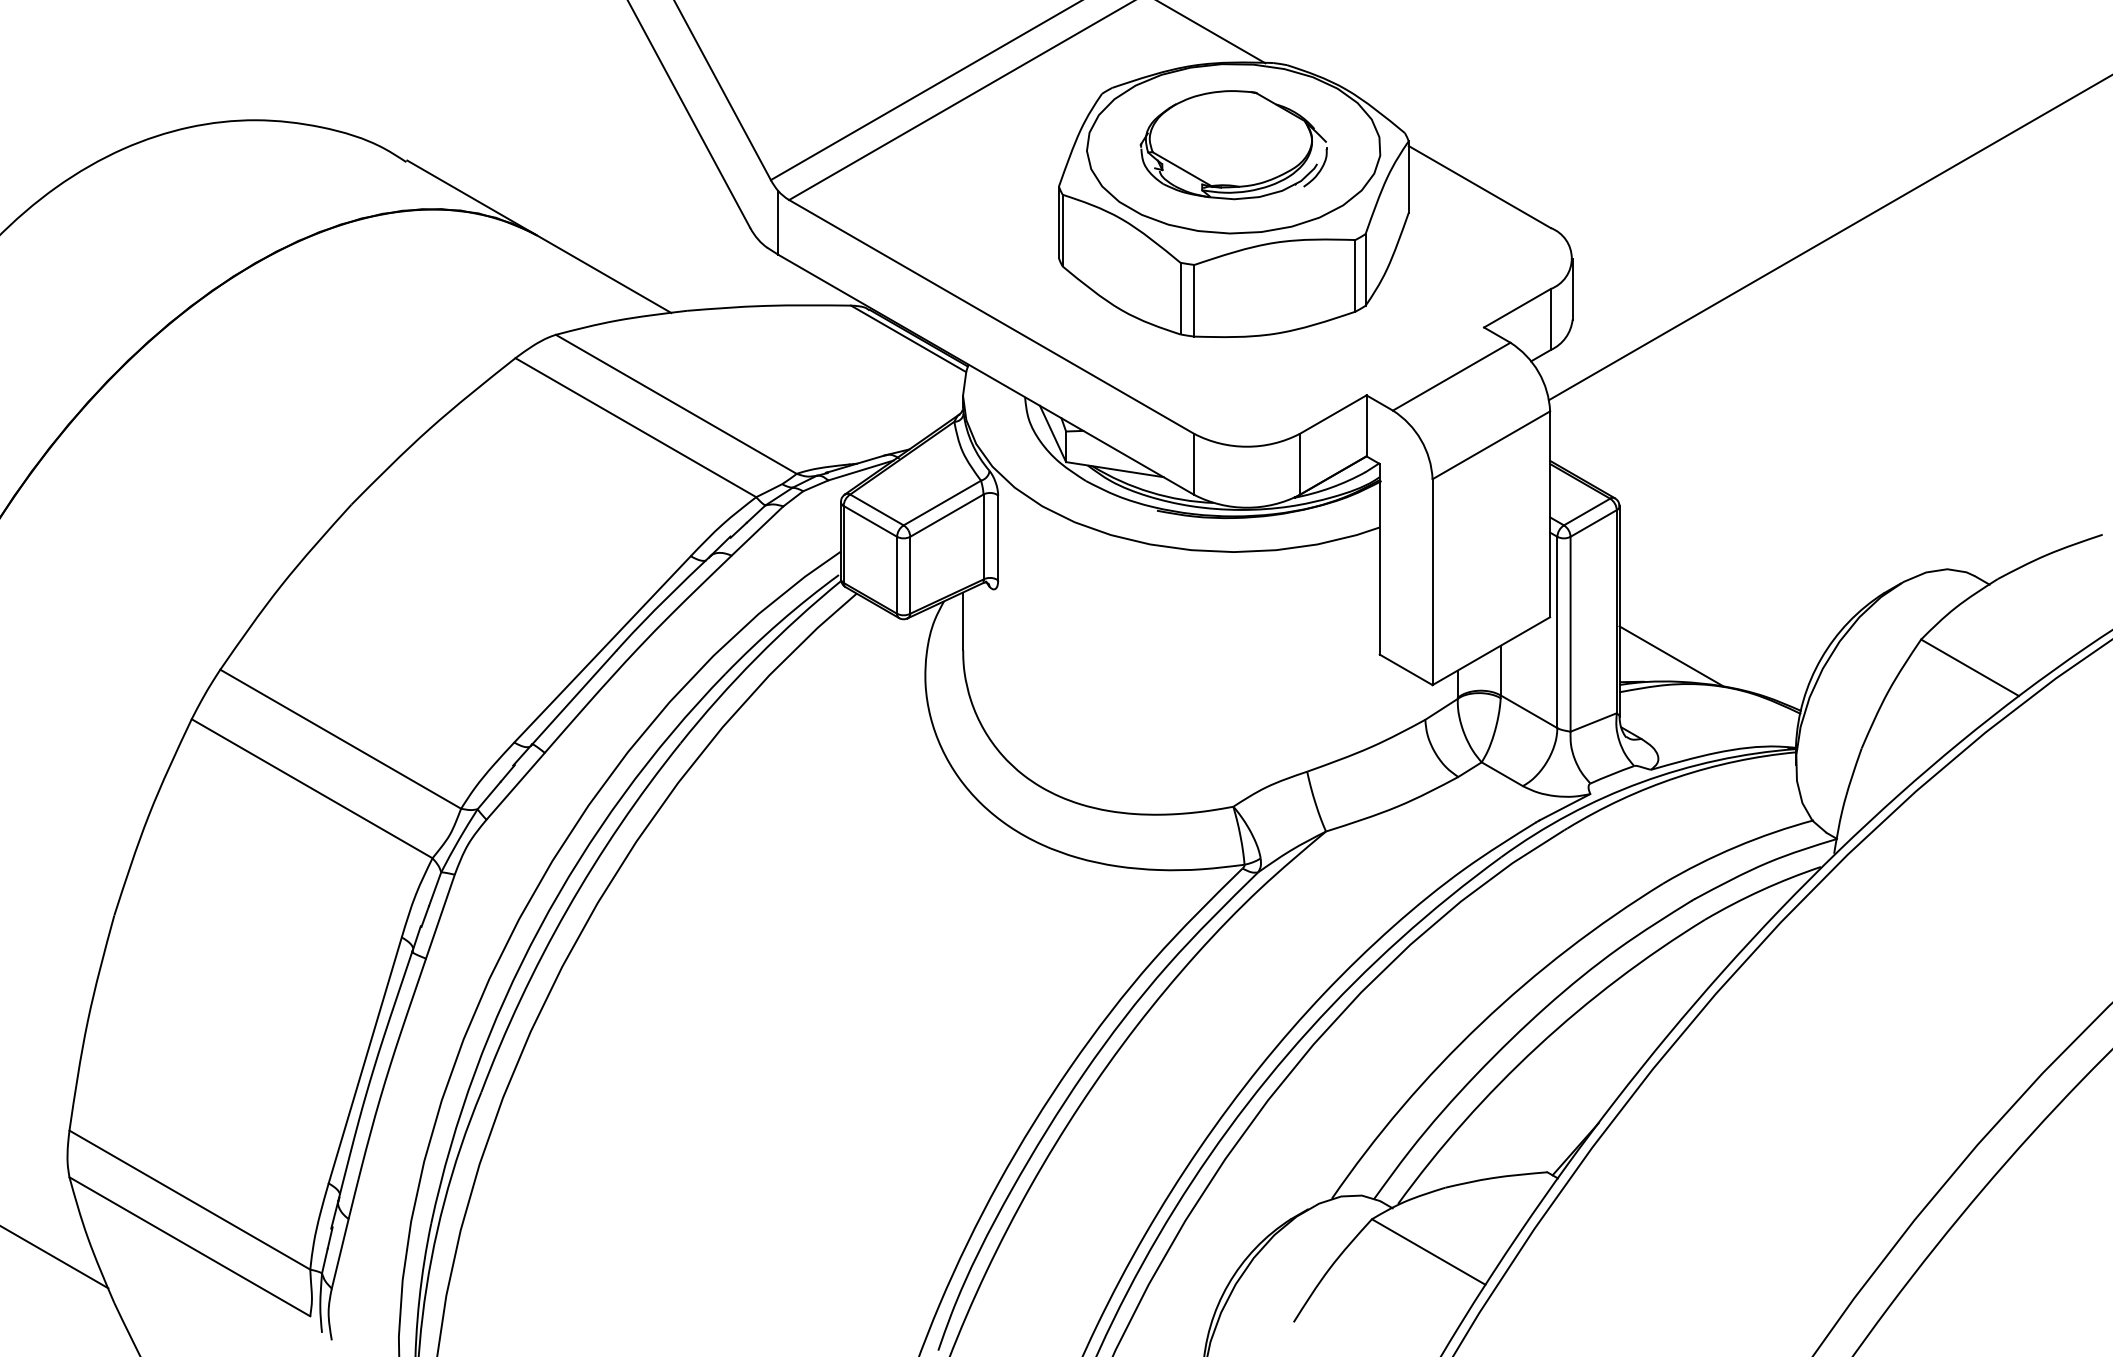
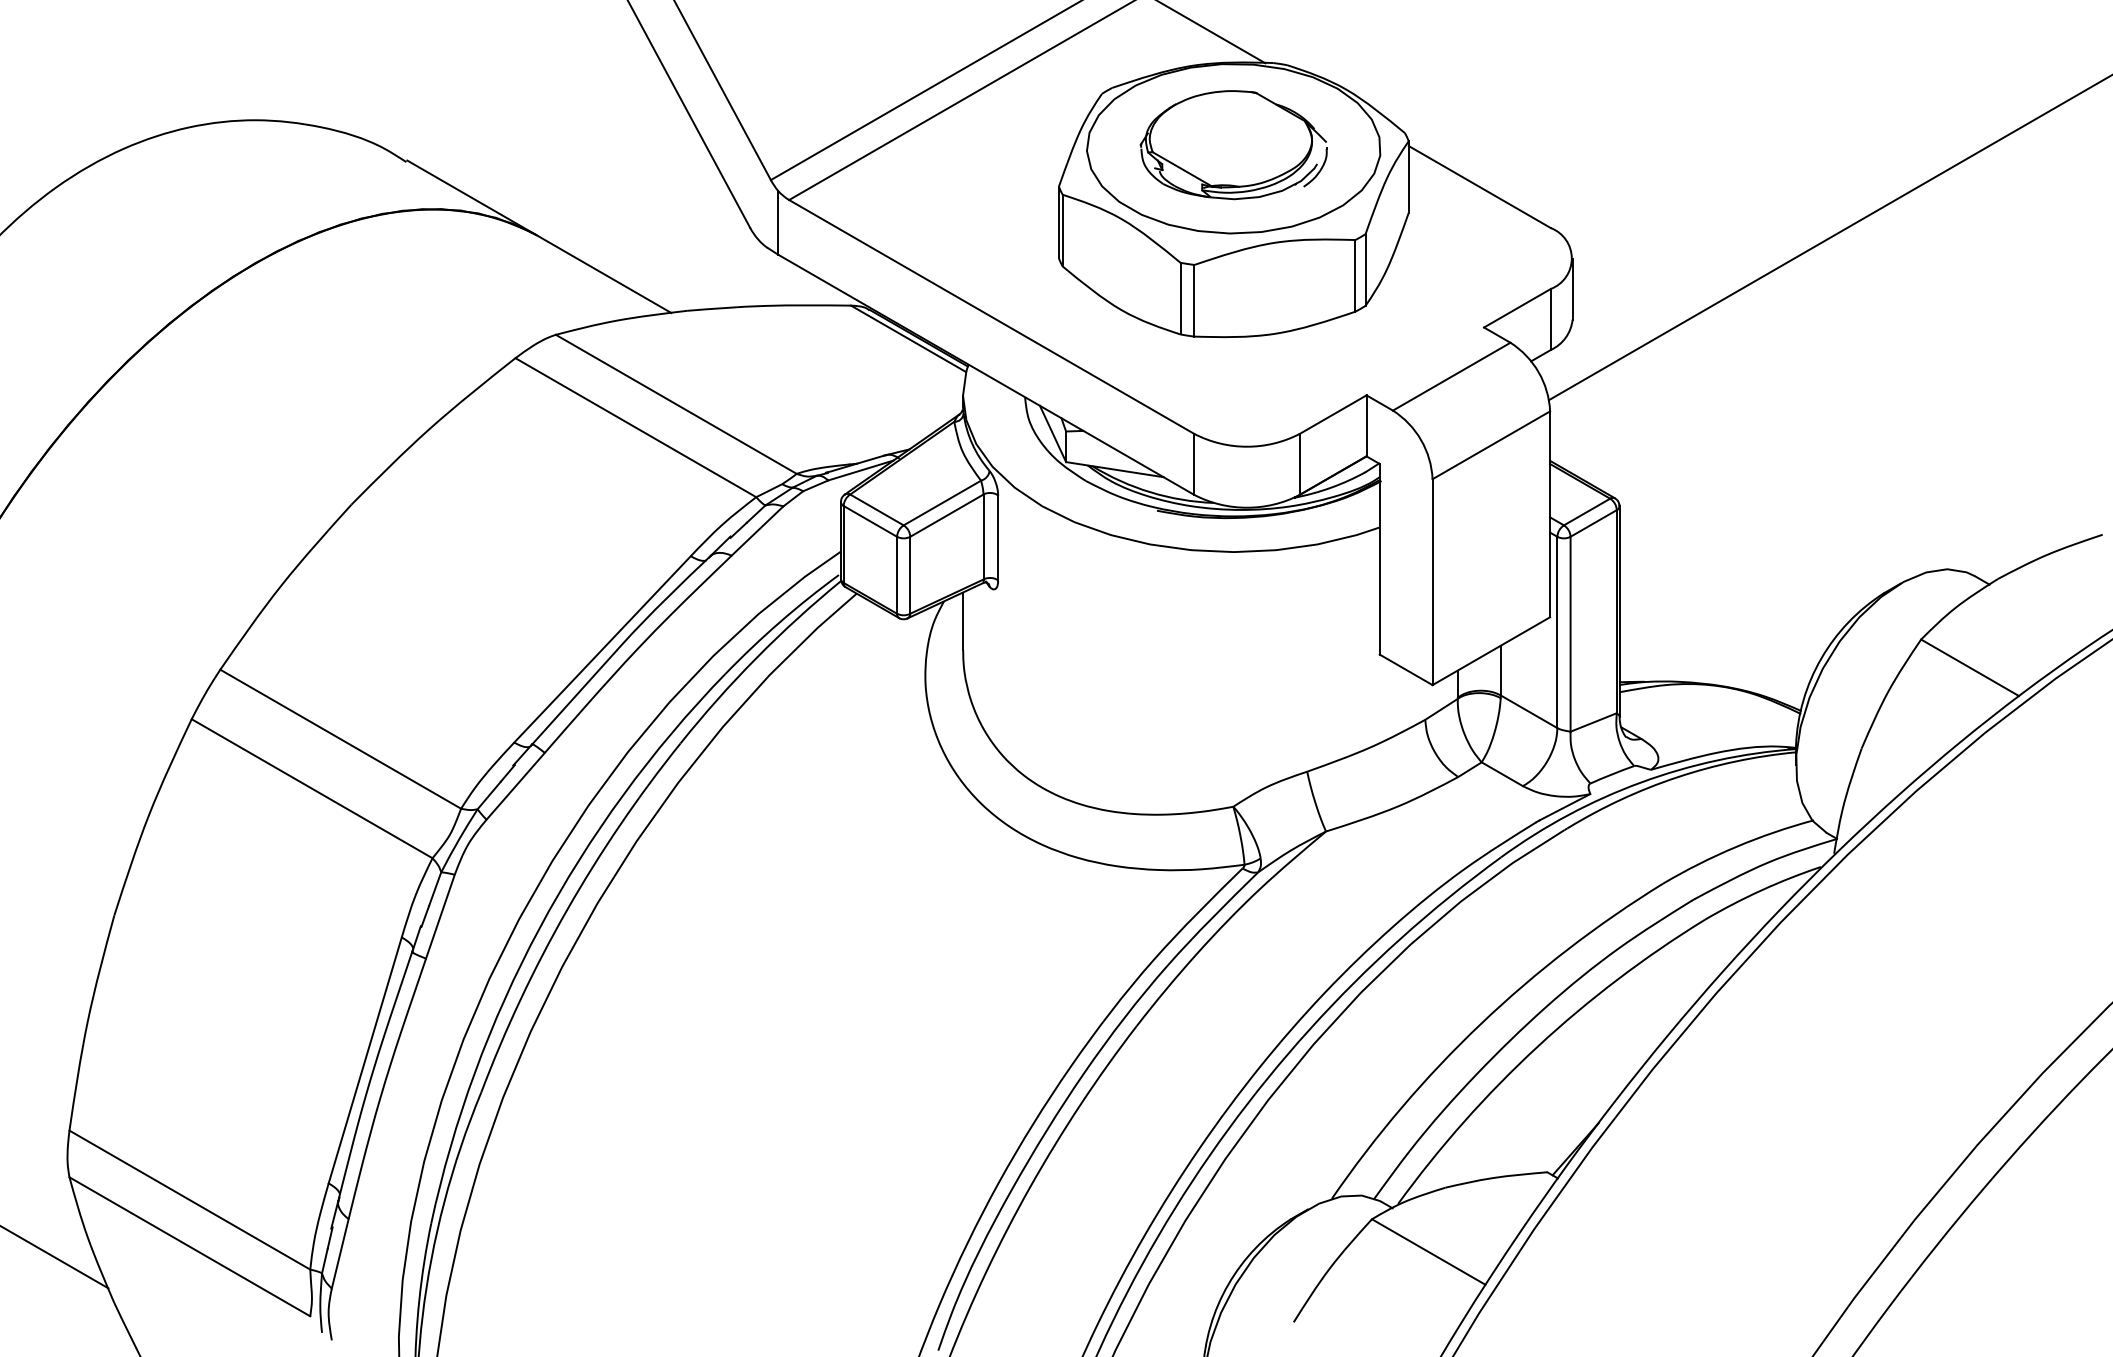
line at (1671, 656): present -> none
